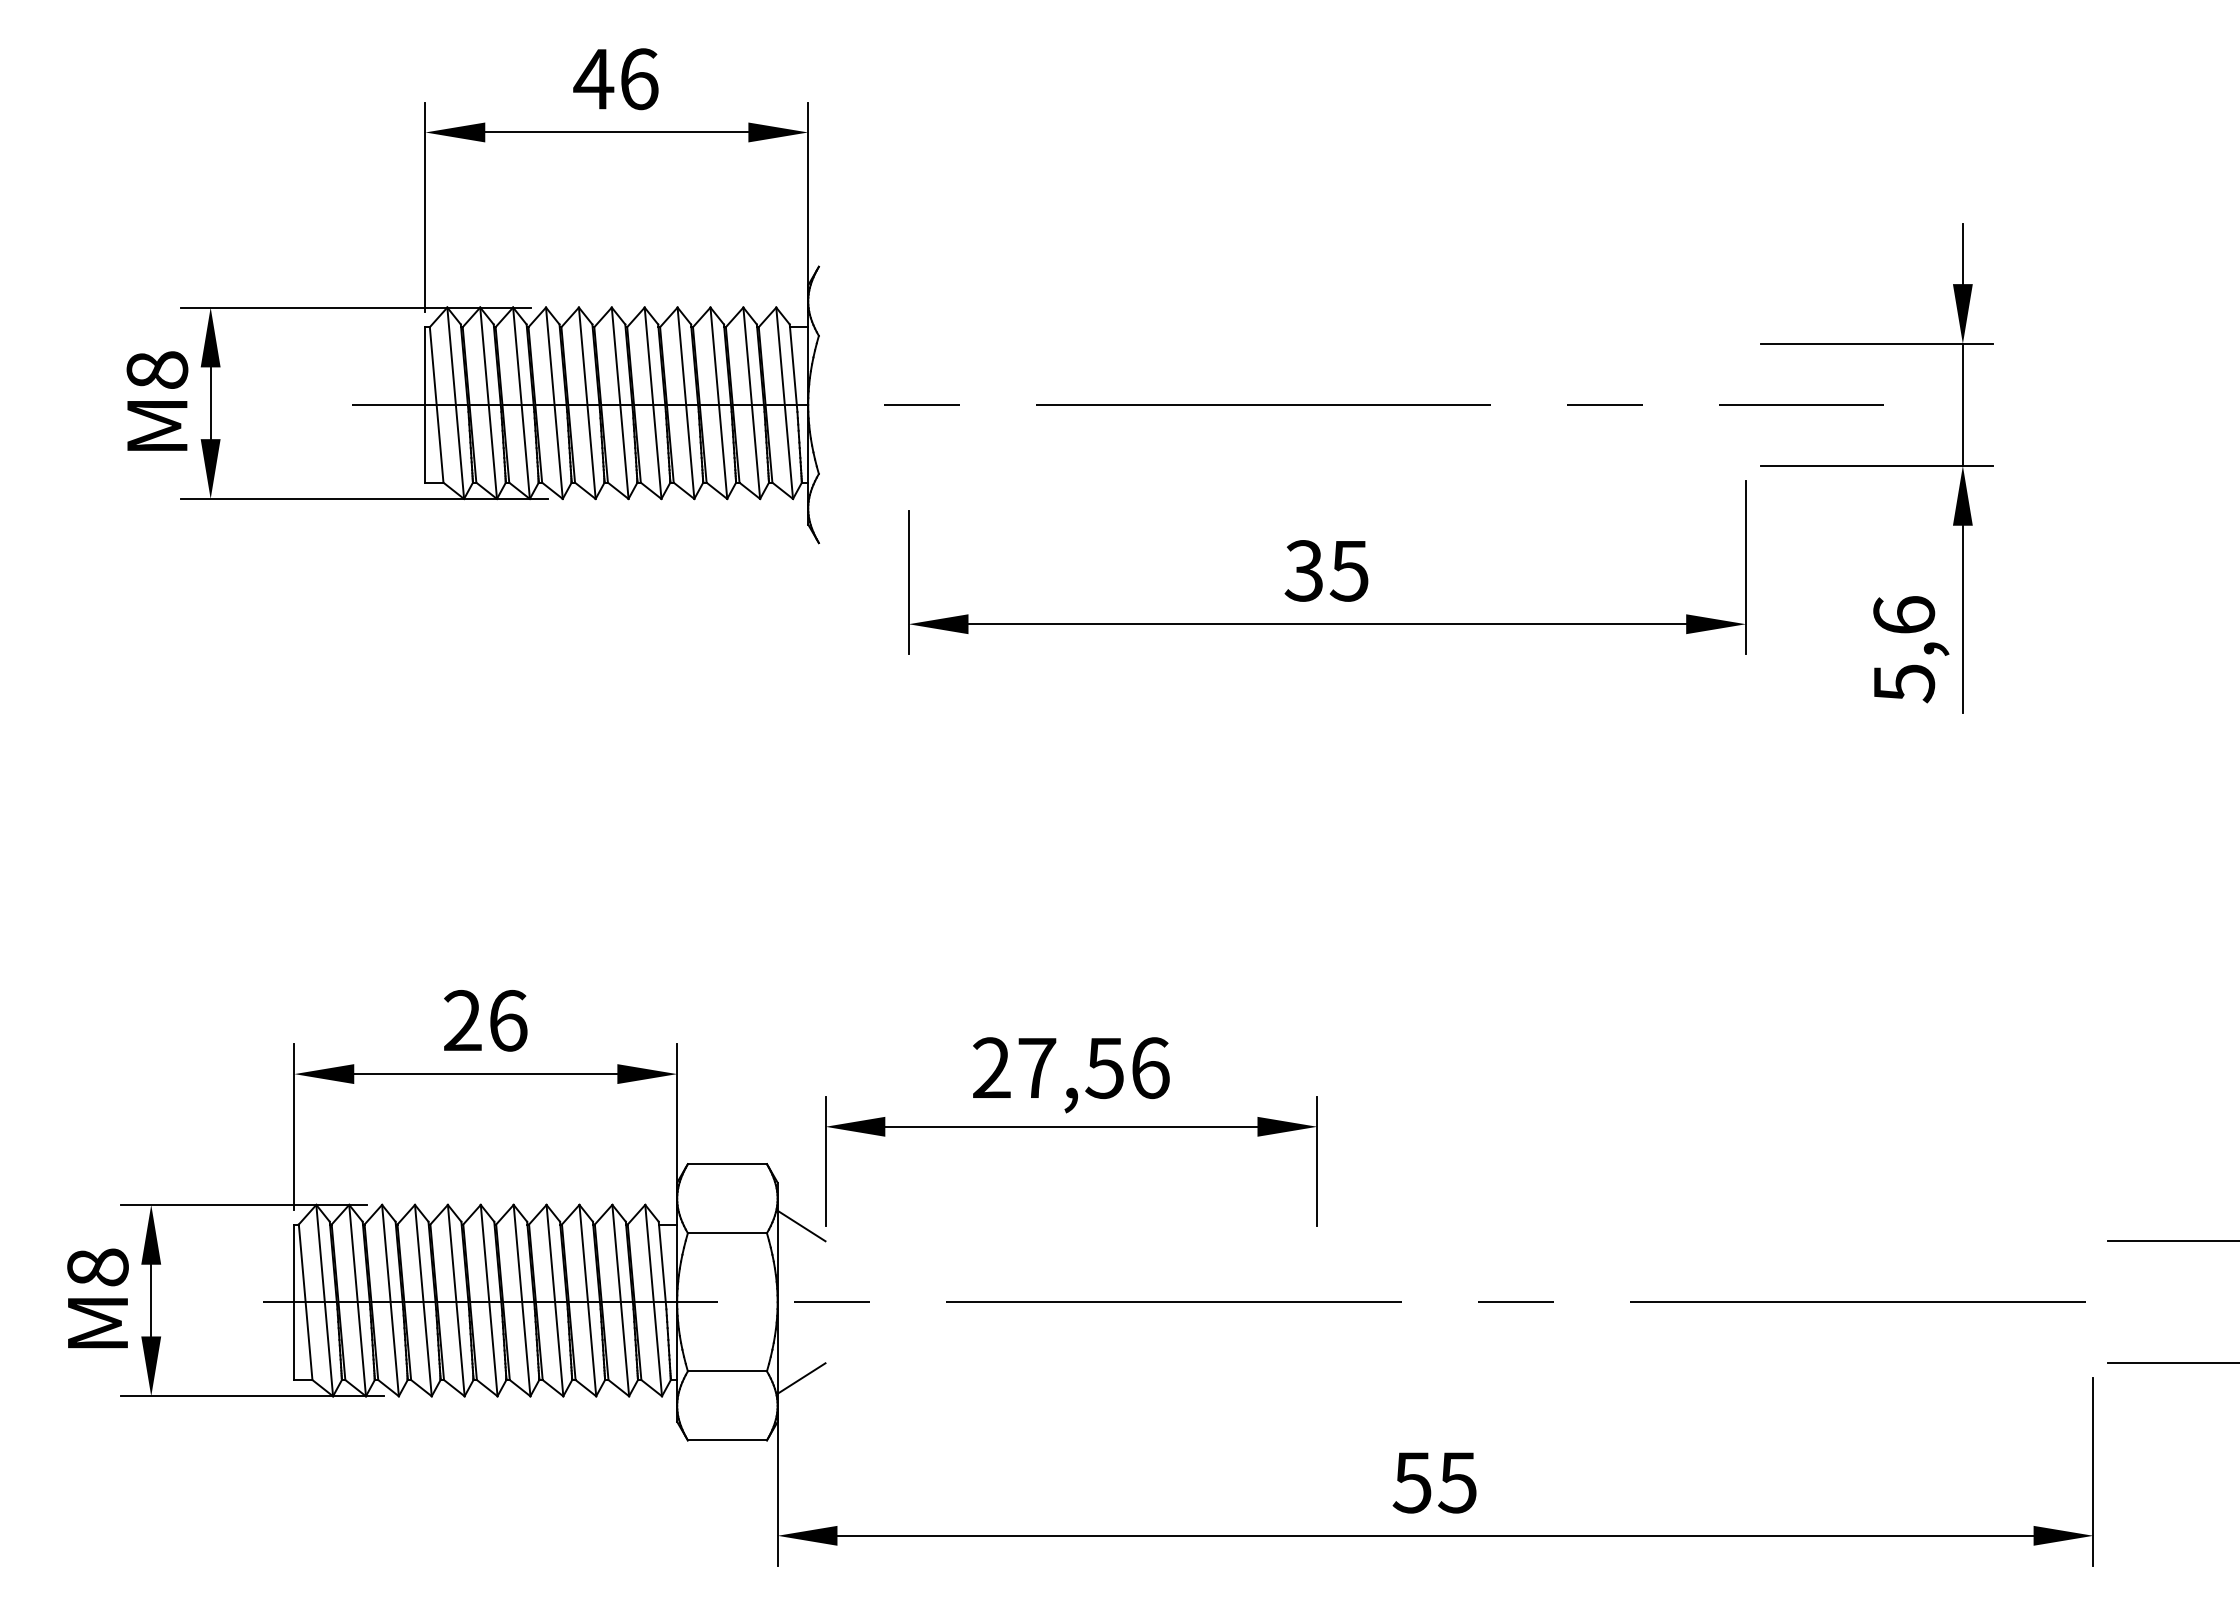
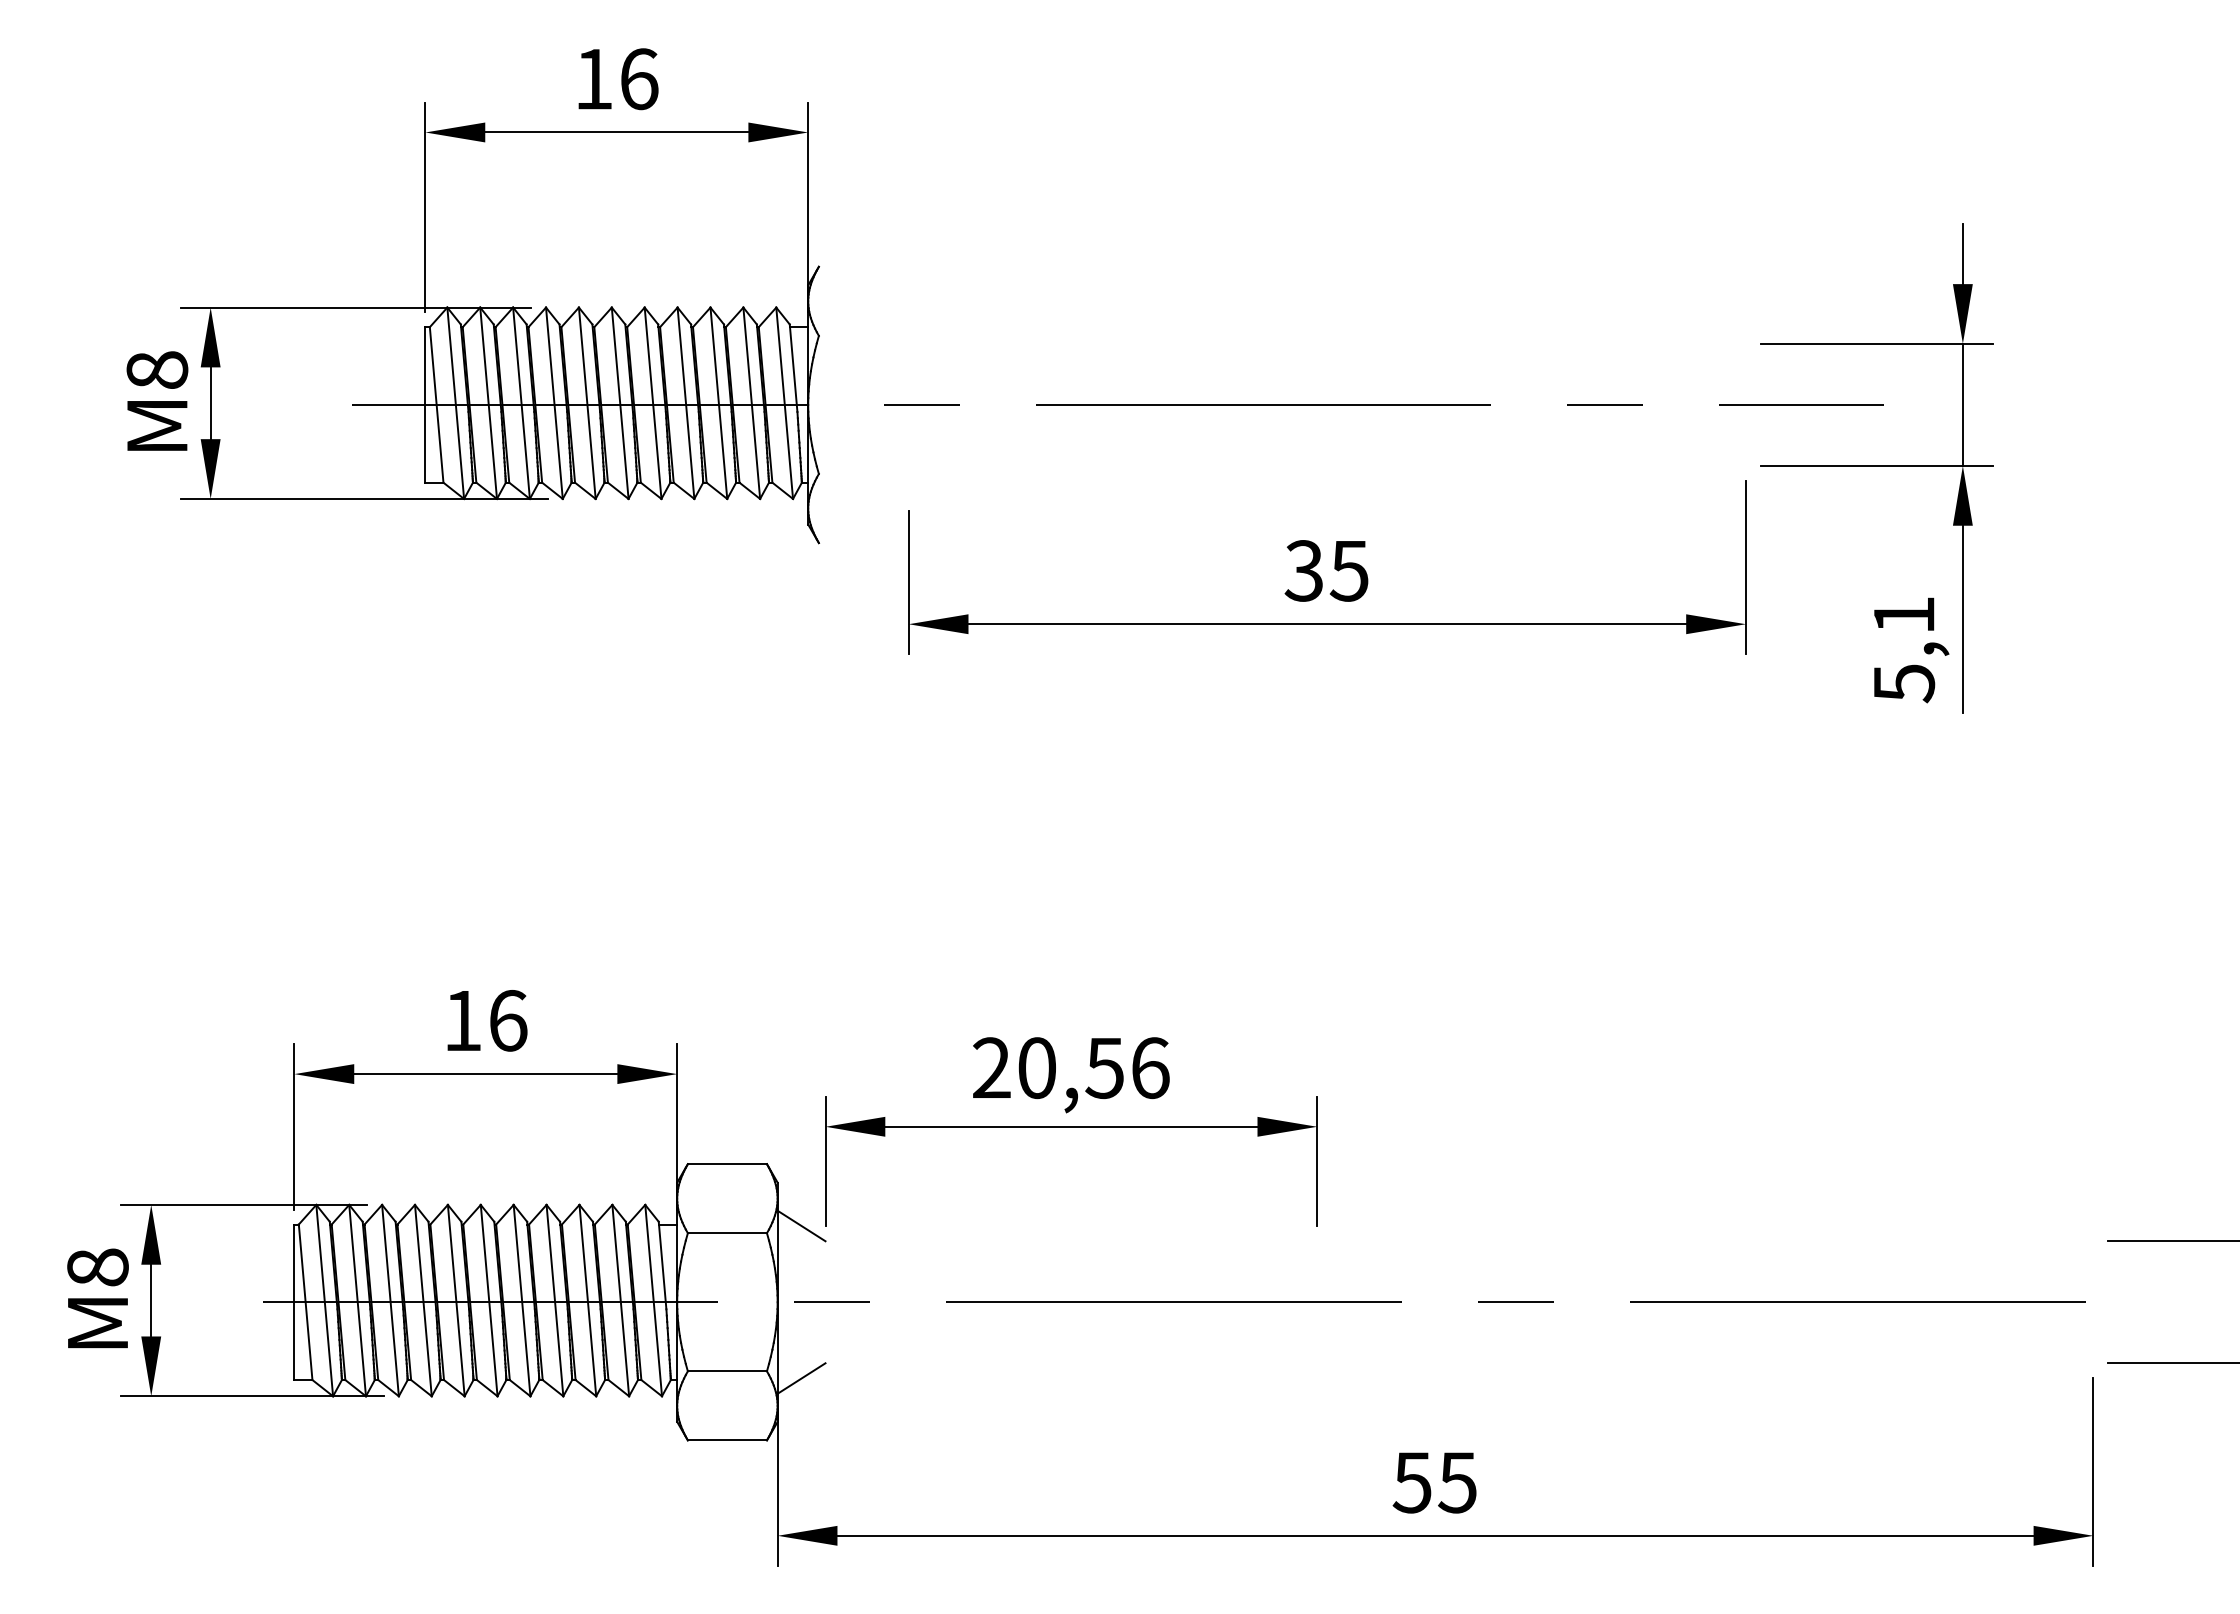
text at (593, 79): 46 -> 16
text at (1904, 614): 5,6 -> 5,1
text at (462, 1020): 26 -> 16
text at (1037, 1068): 27,56 -> 20,56
